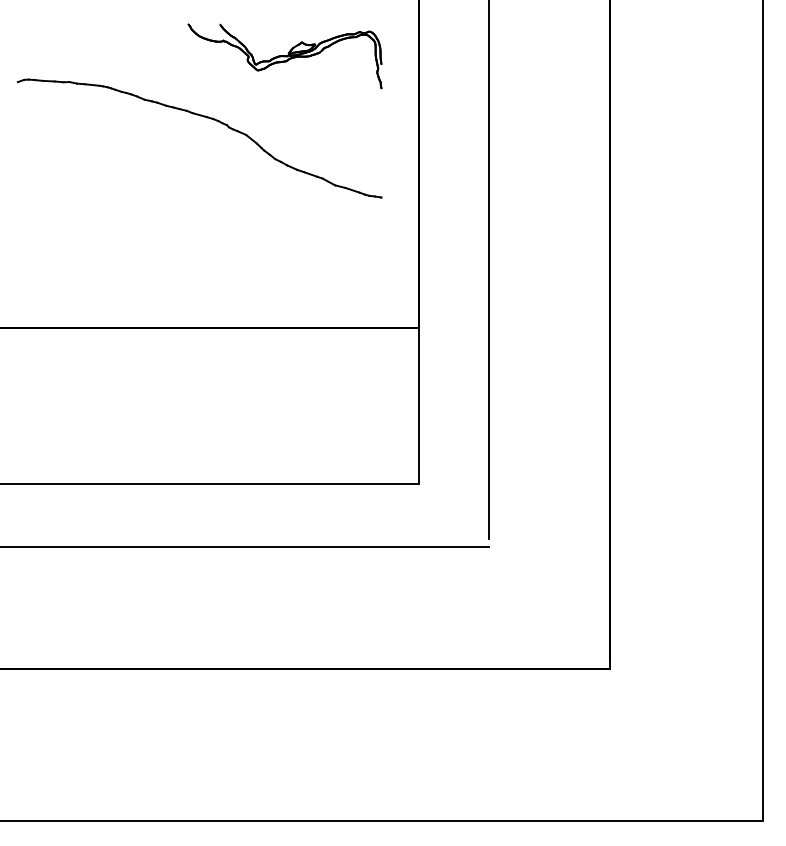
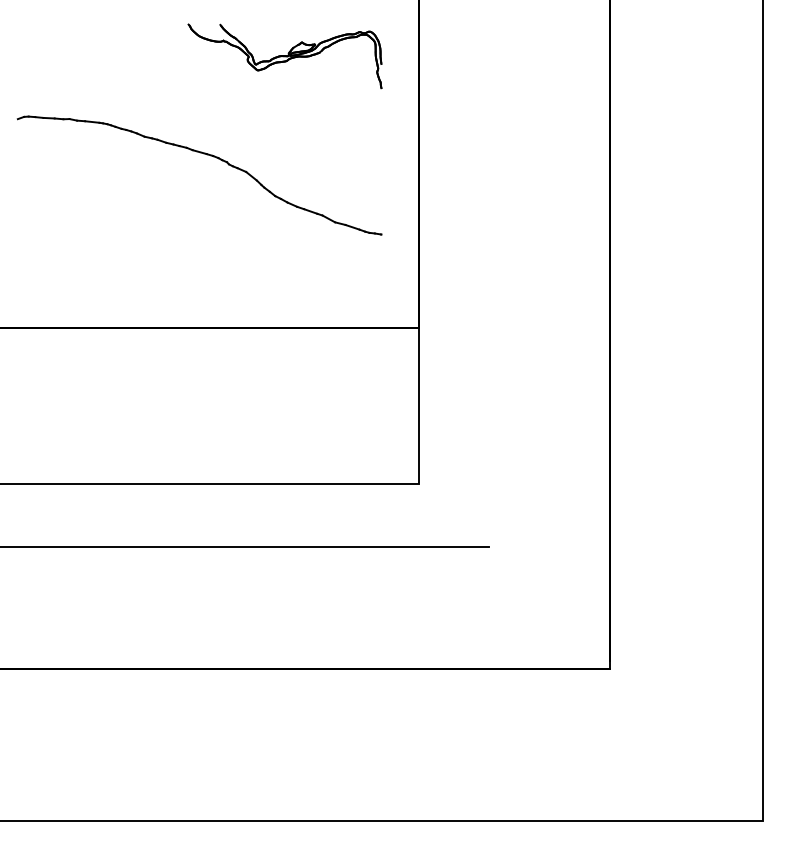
part at (203, 117) position: (203, 117) -> (203, 154)
line at (488, 270): present -> none
